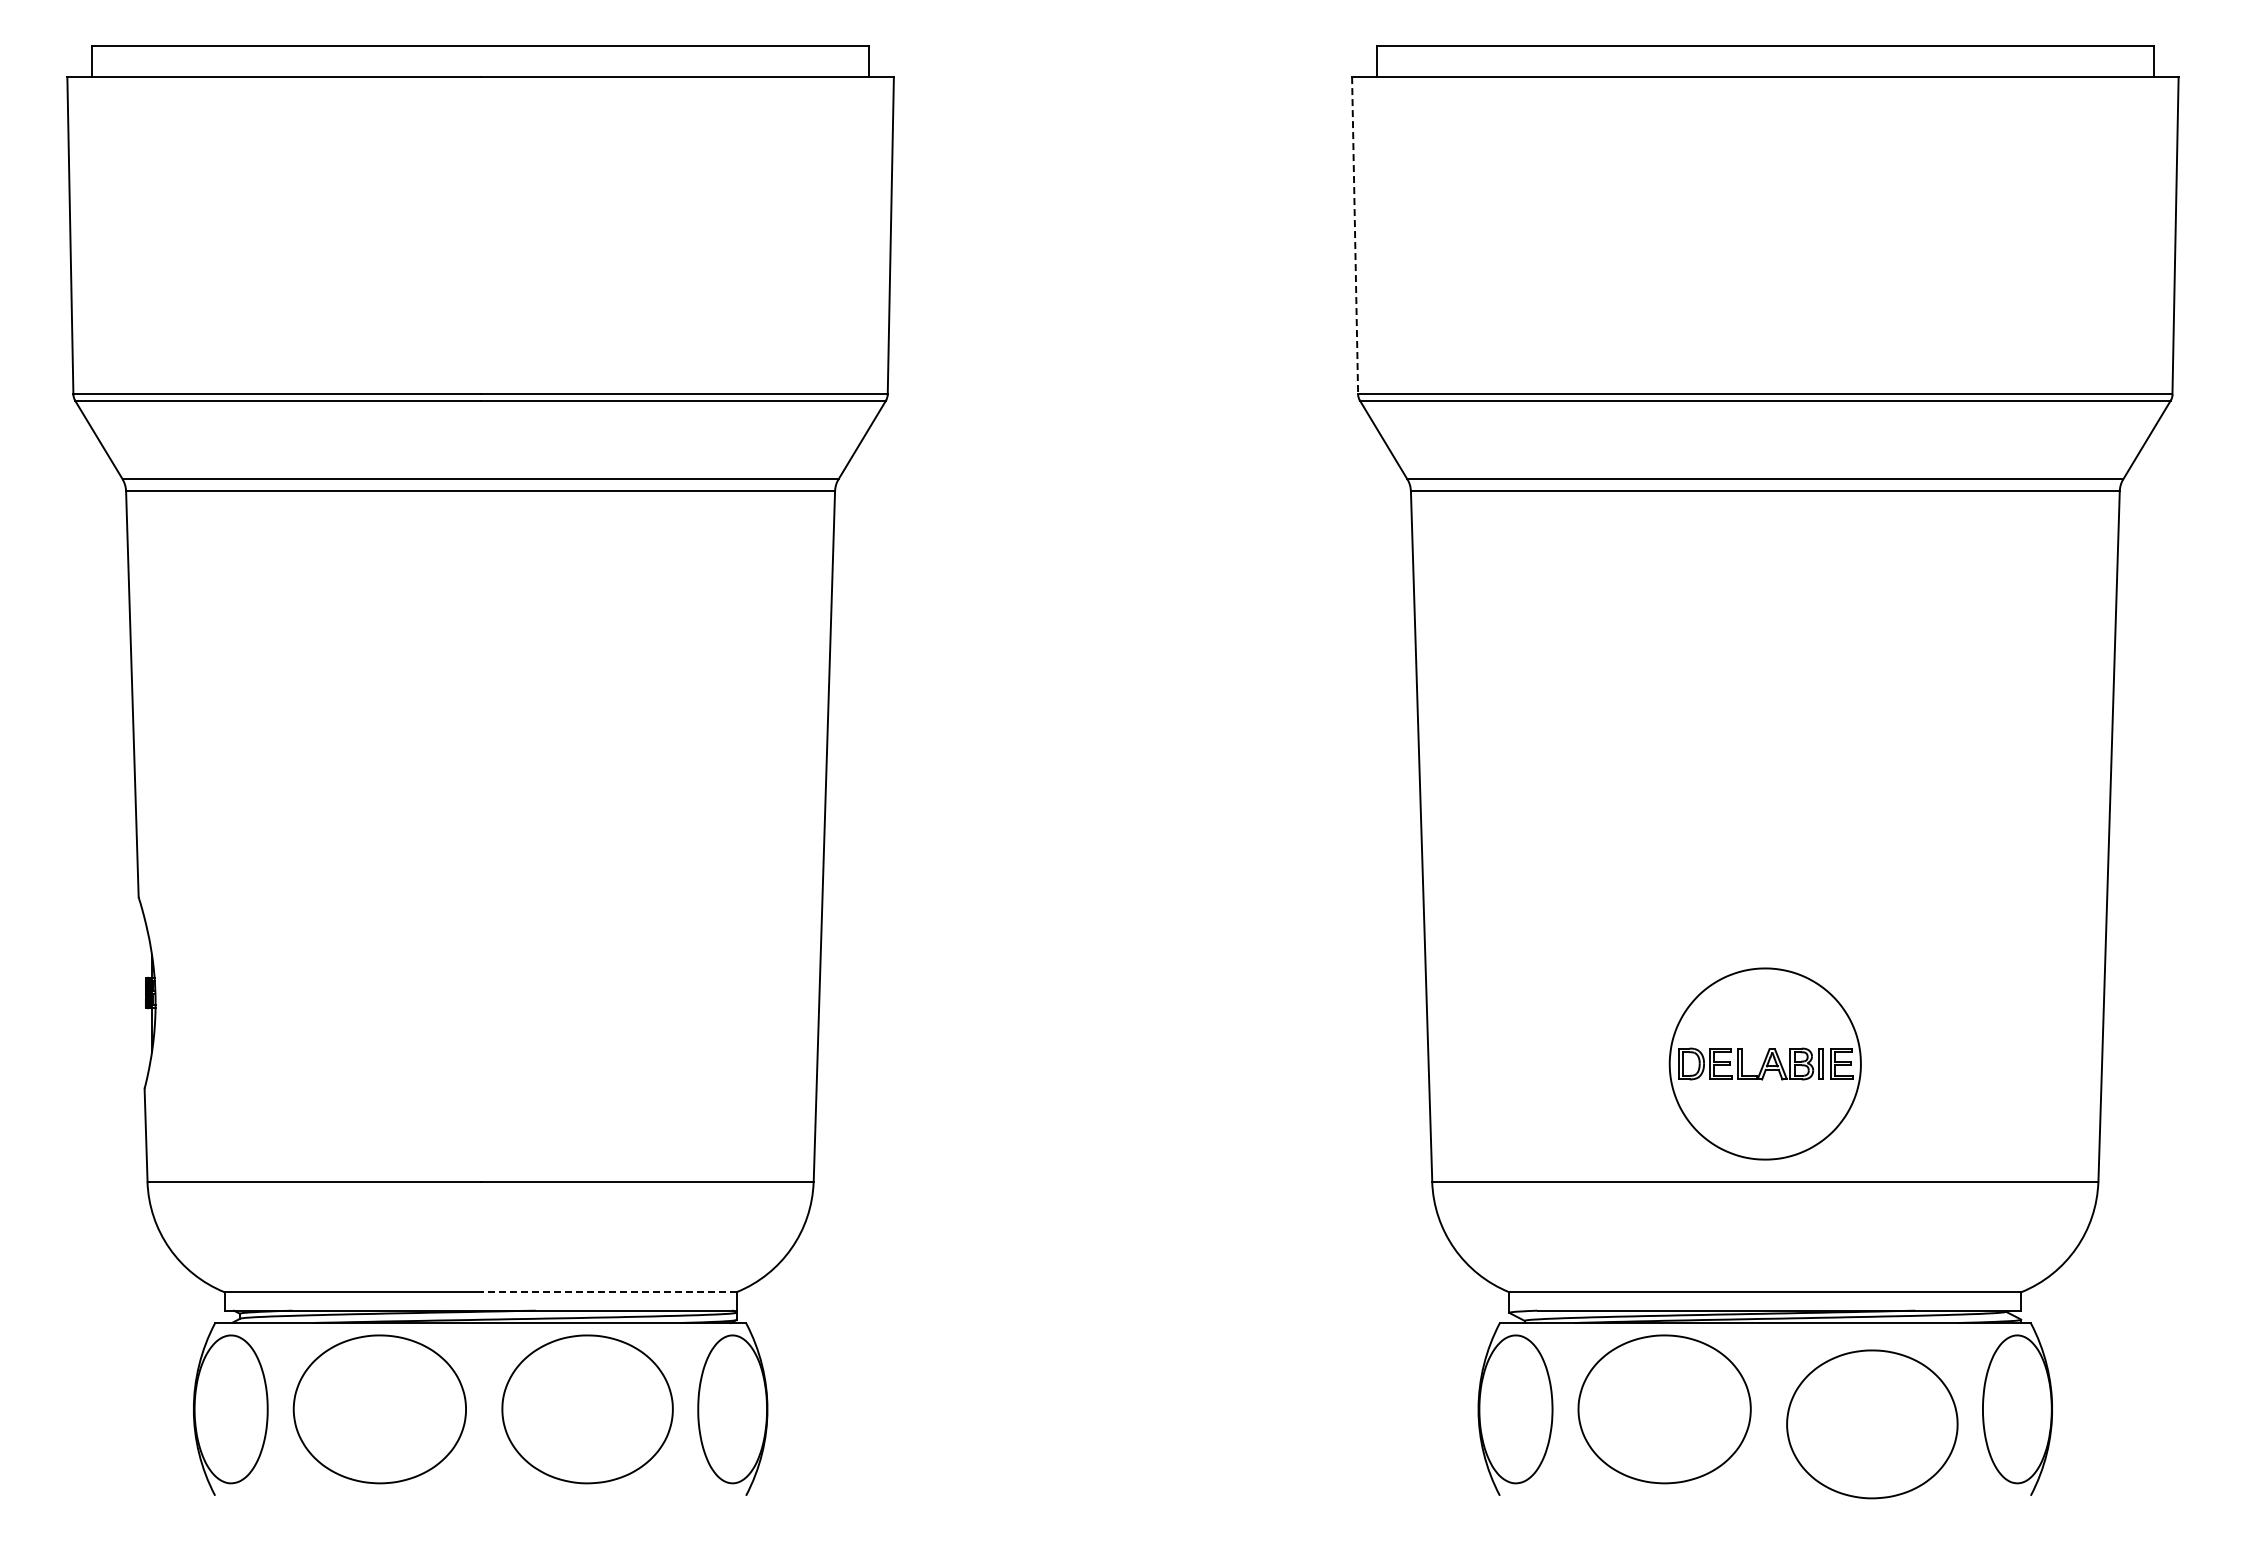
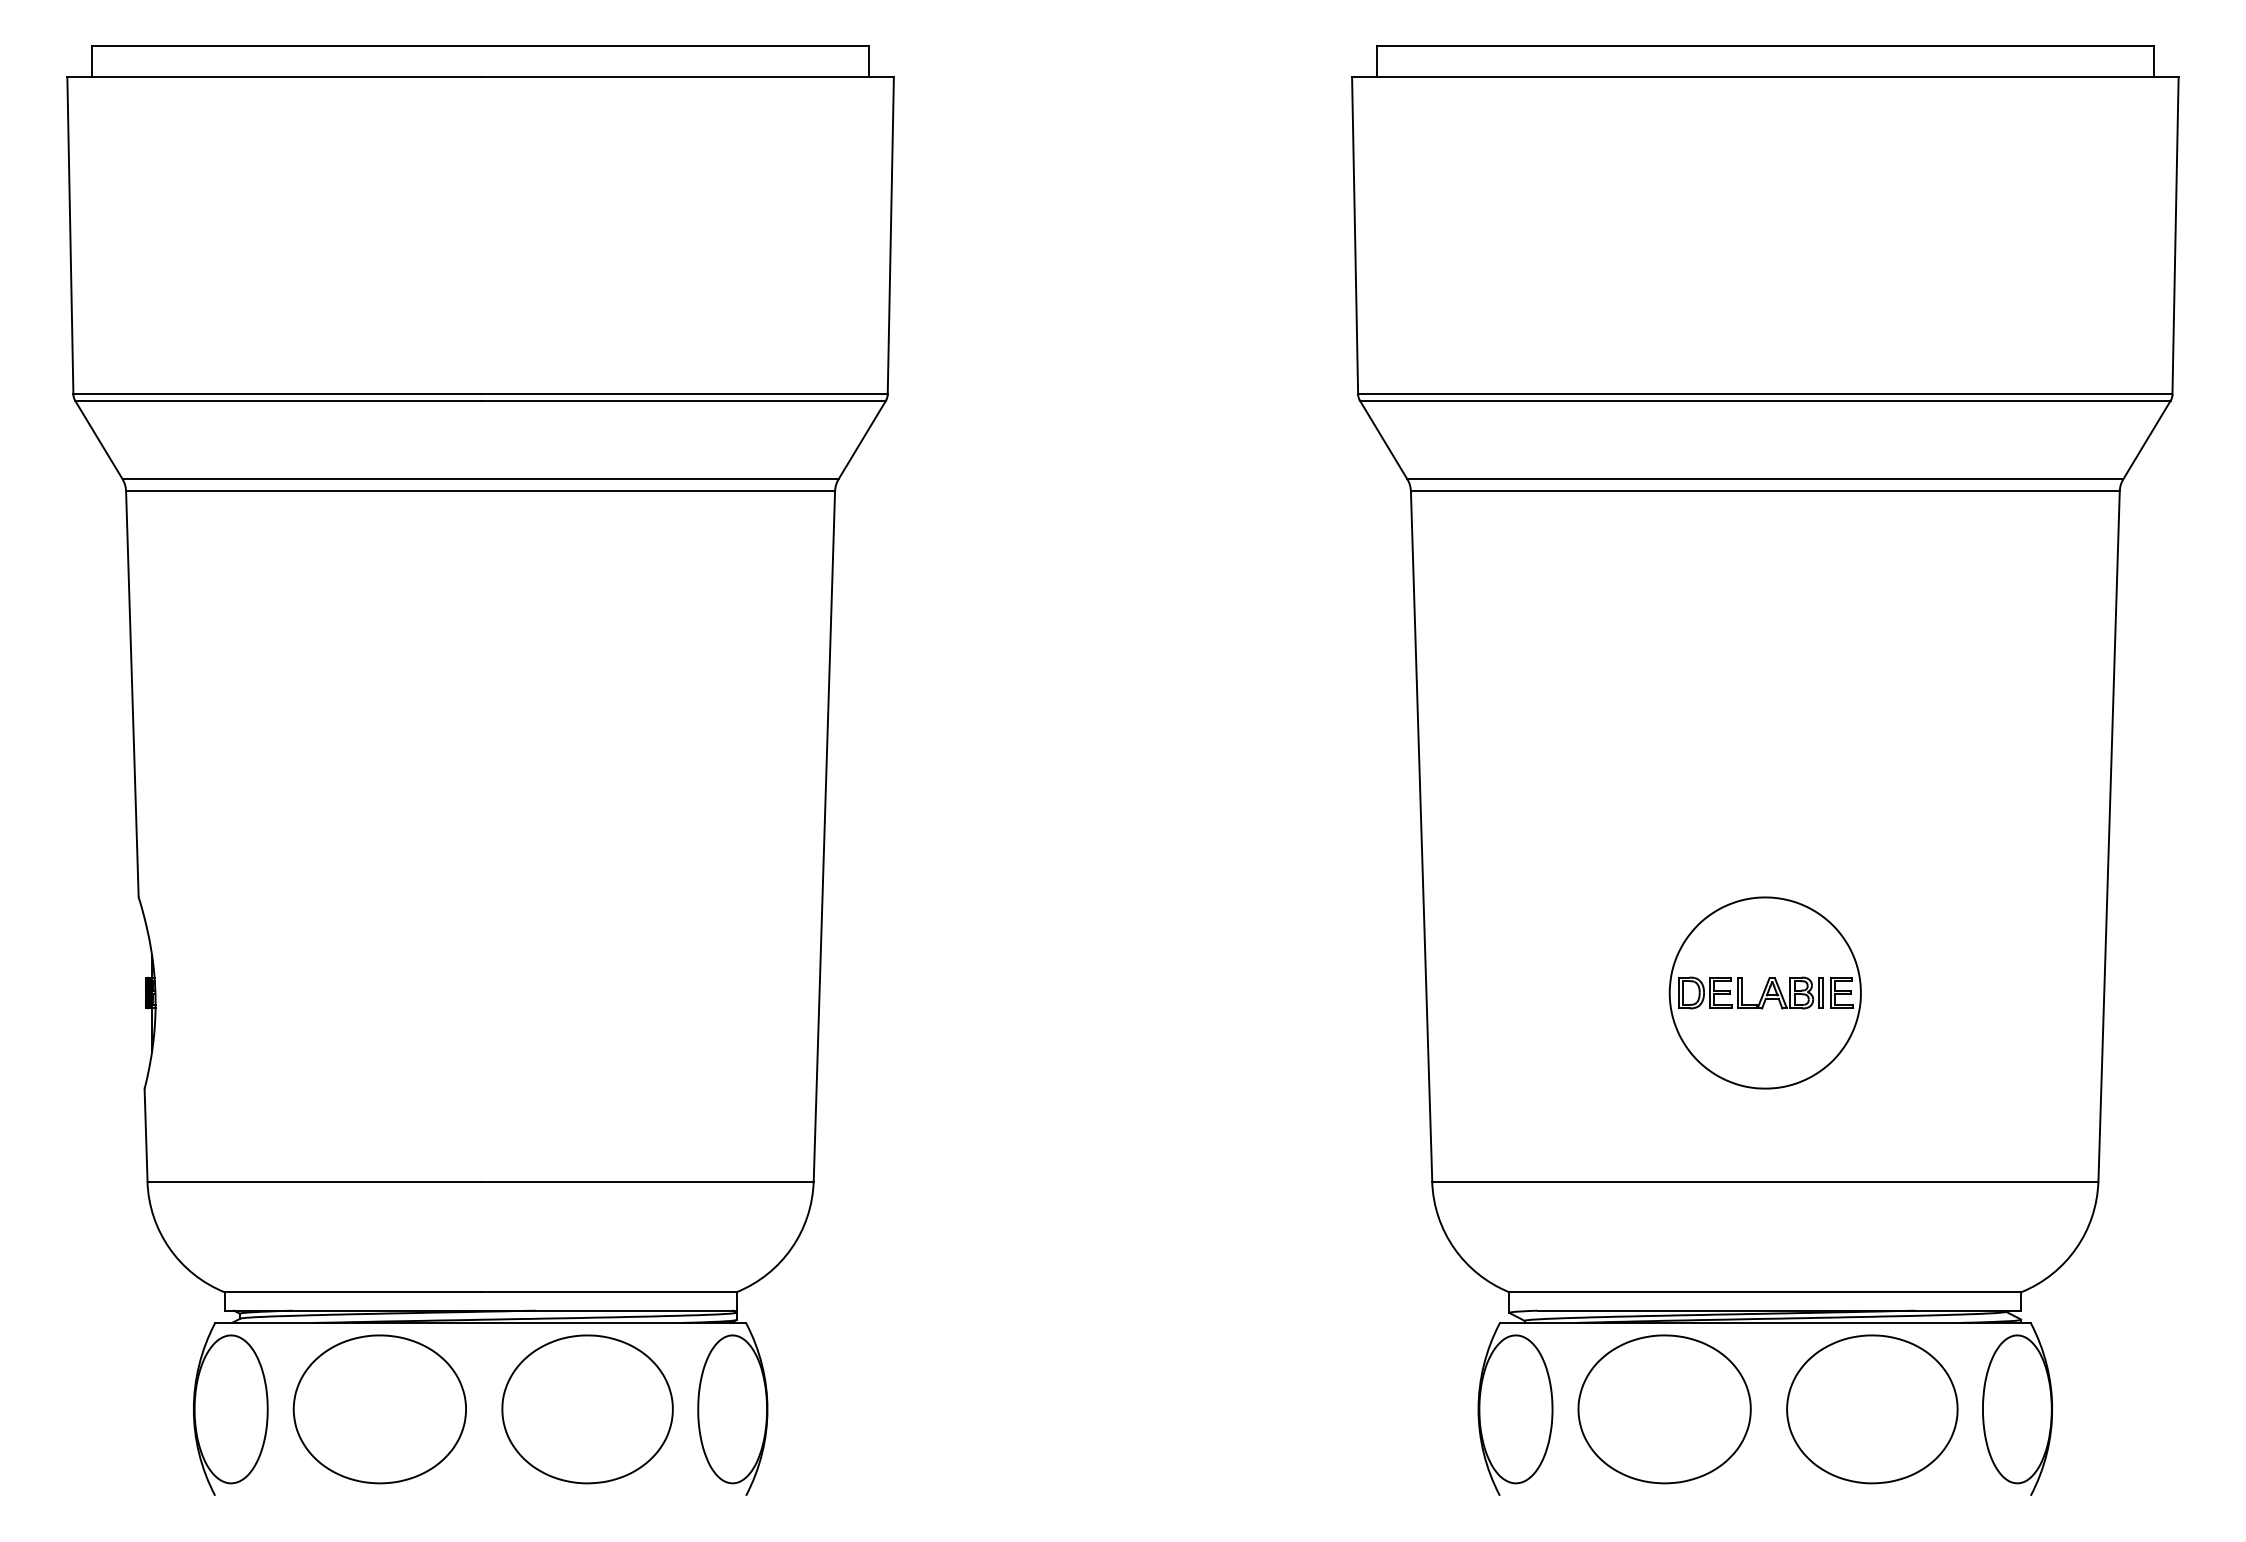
line at (1355, 235): dashed -> solid
part at (1764, 1063) position: (1764, 1063) -> (1764, 992)
line at (608, 1292): dashed -> solid
part at (1872, 1424) position: (1872, 1424) -> (1872, 1409)
